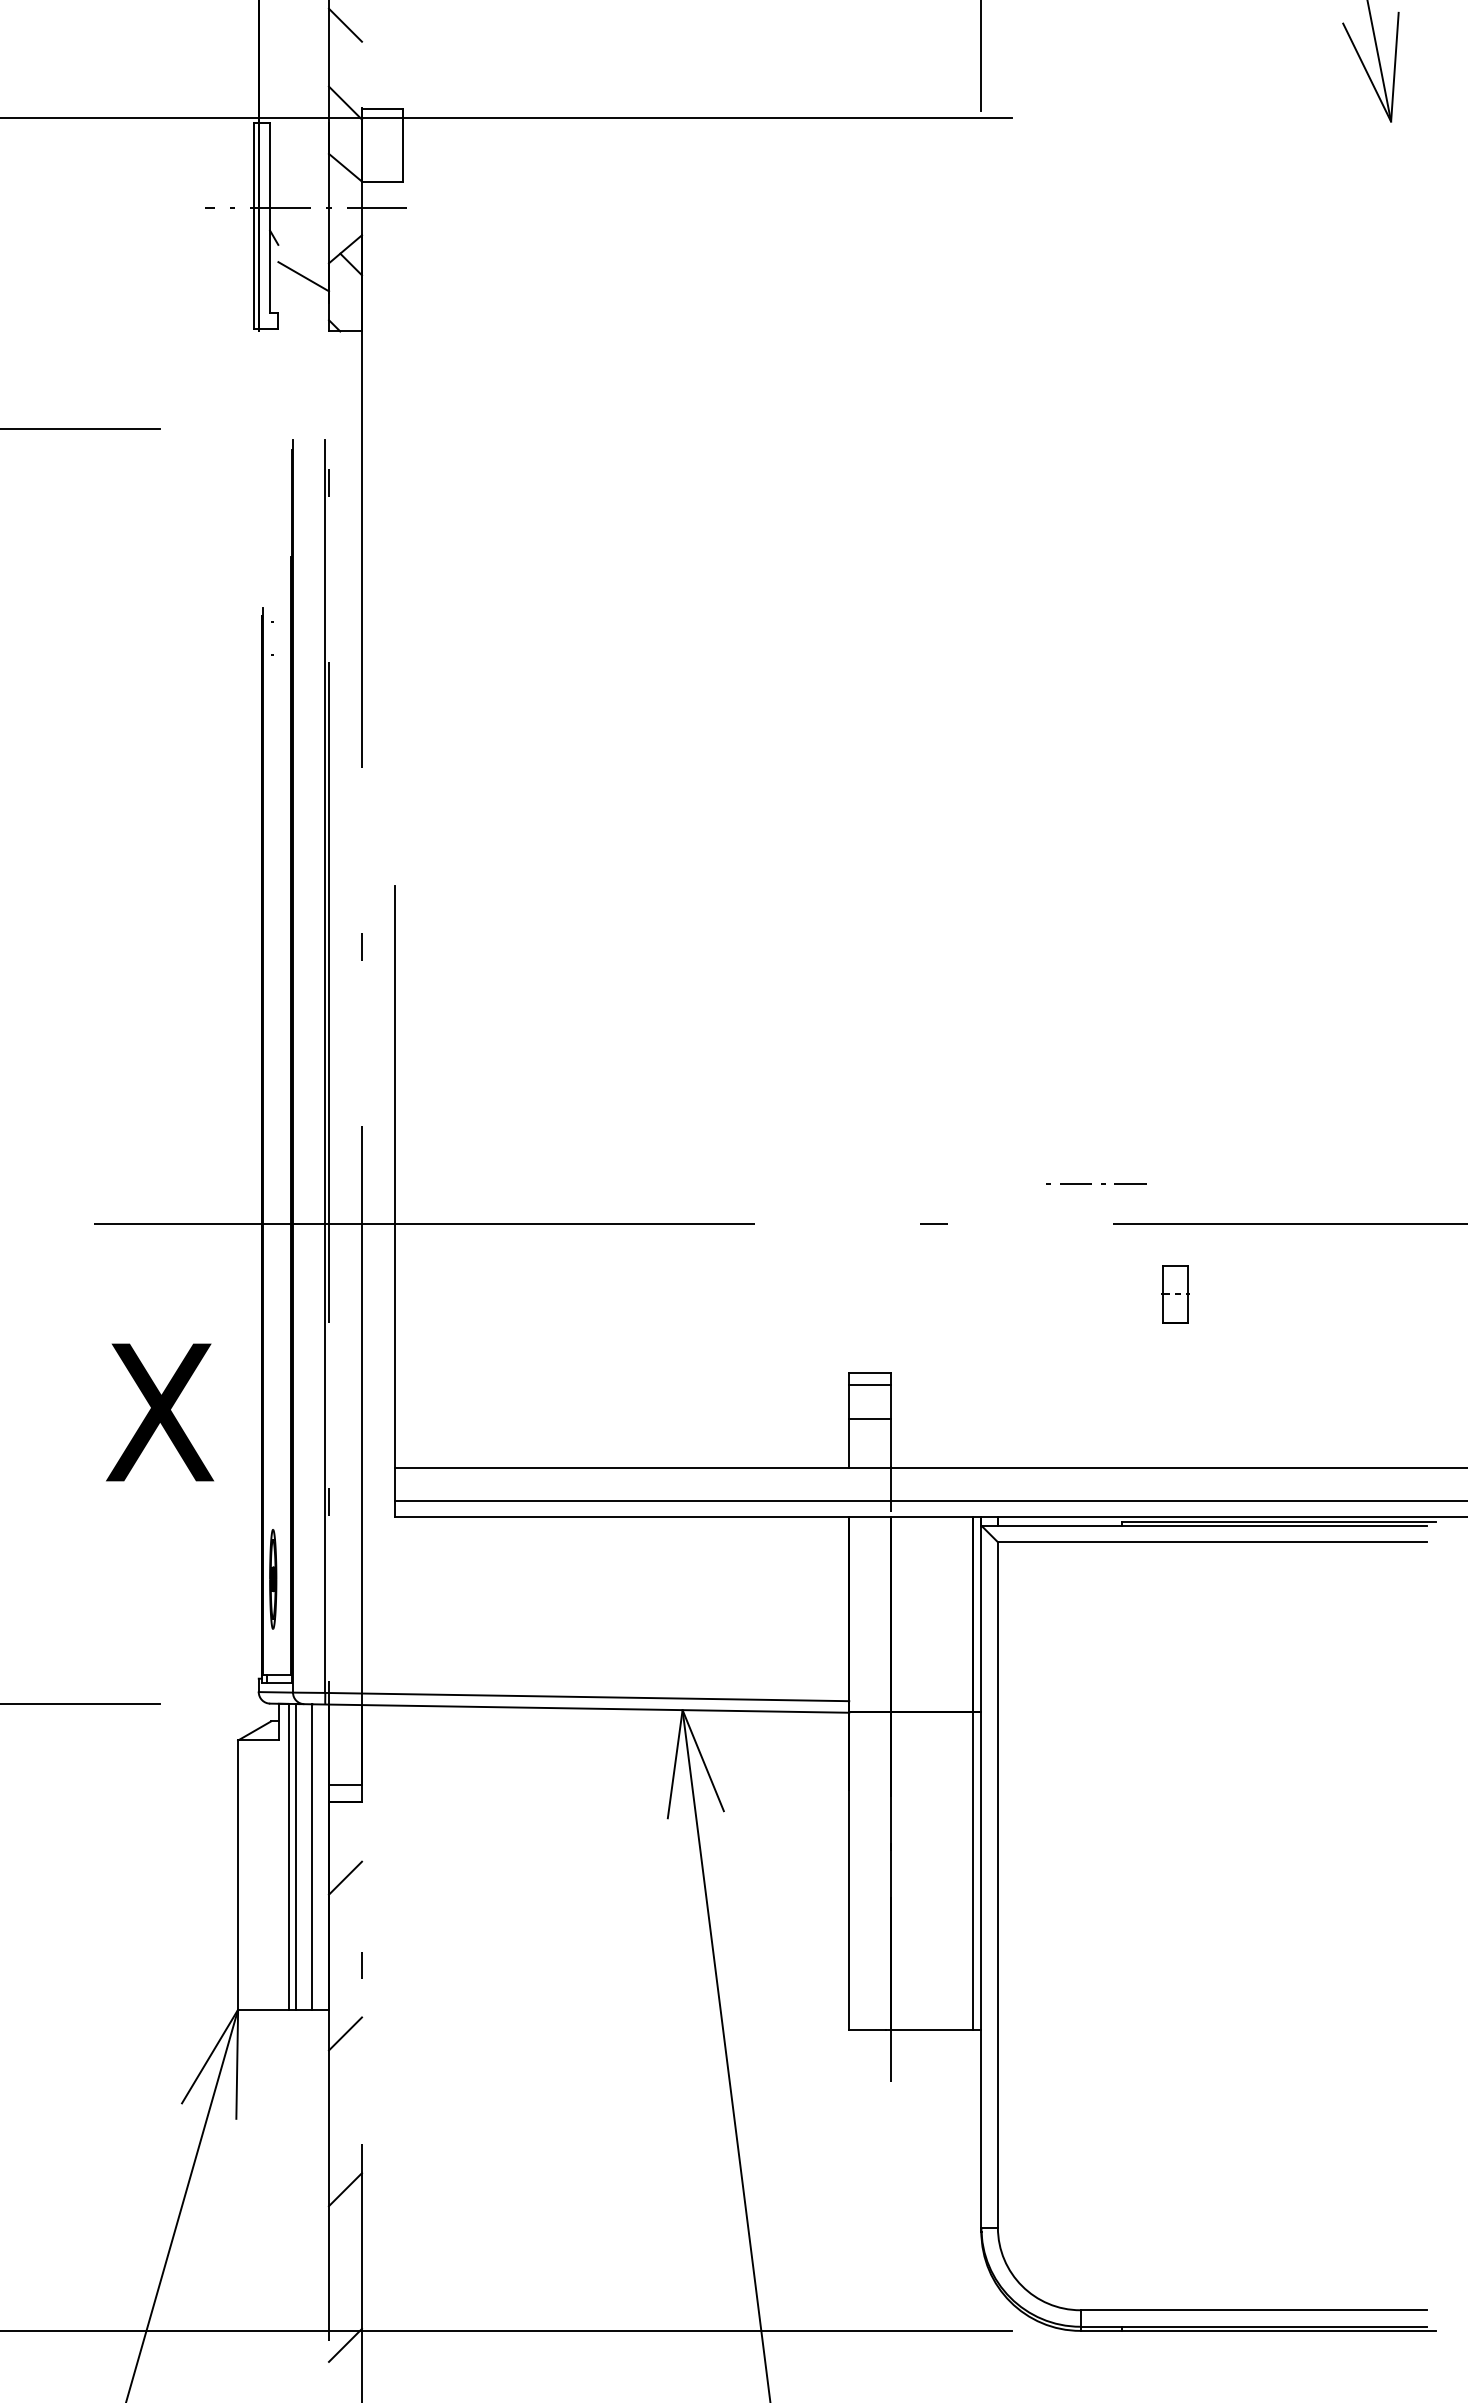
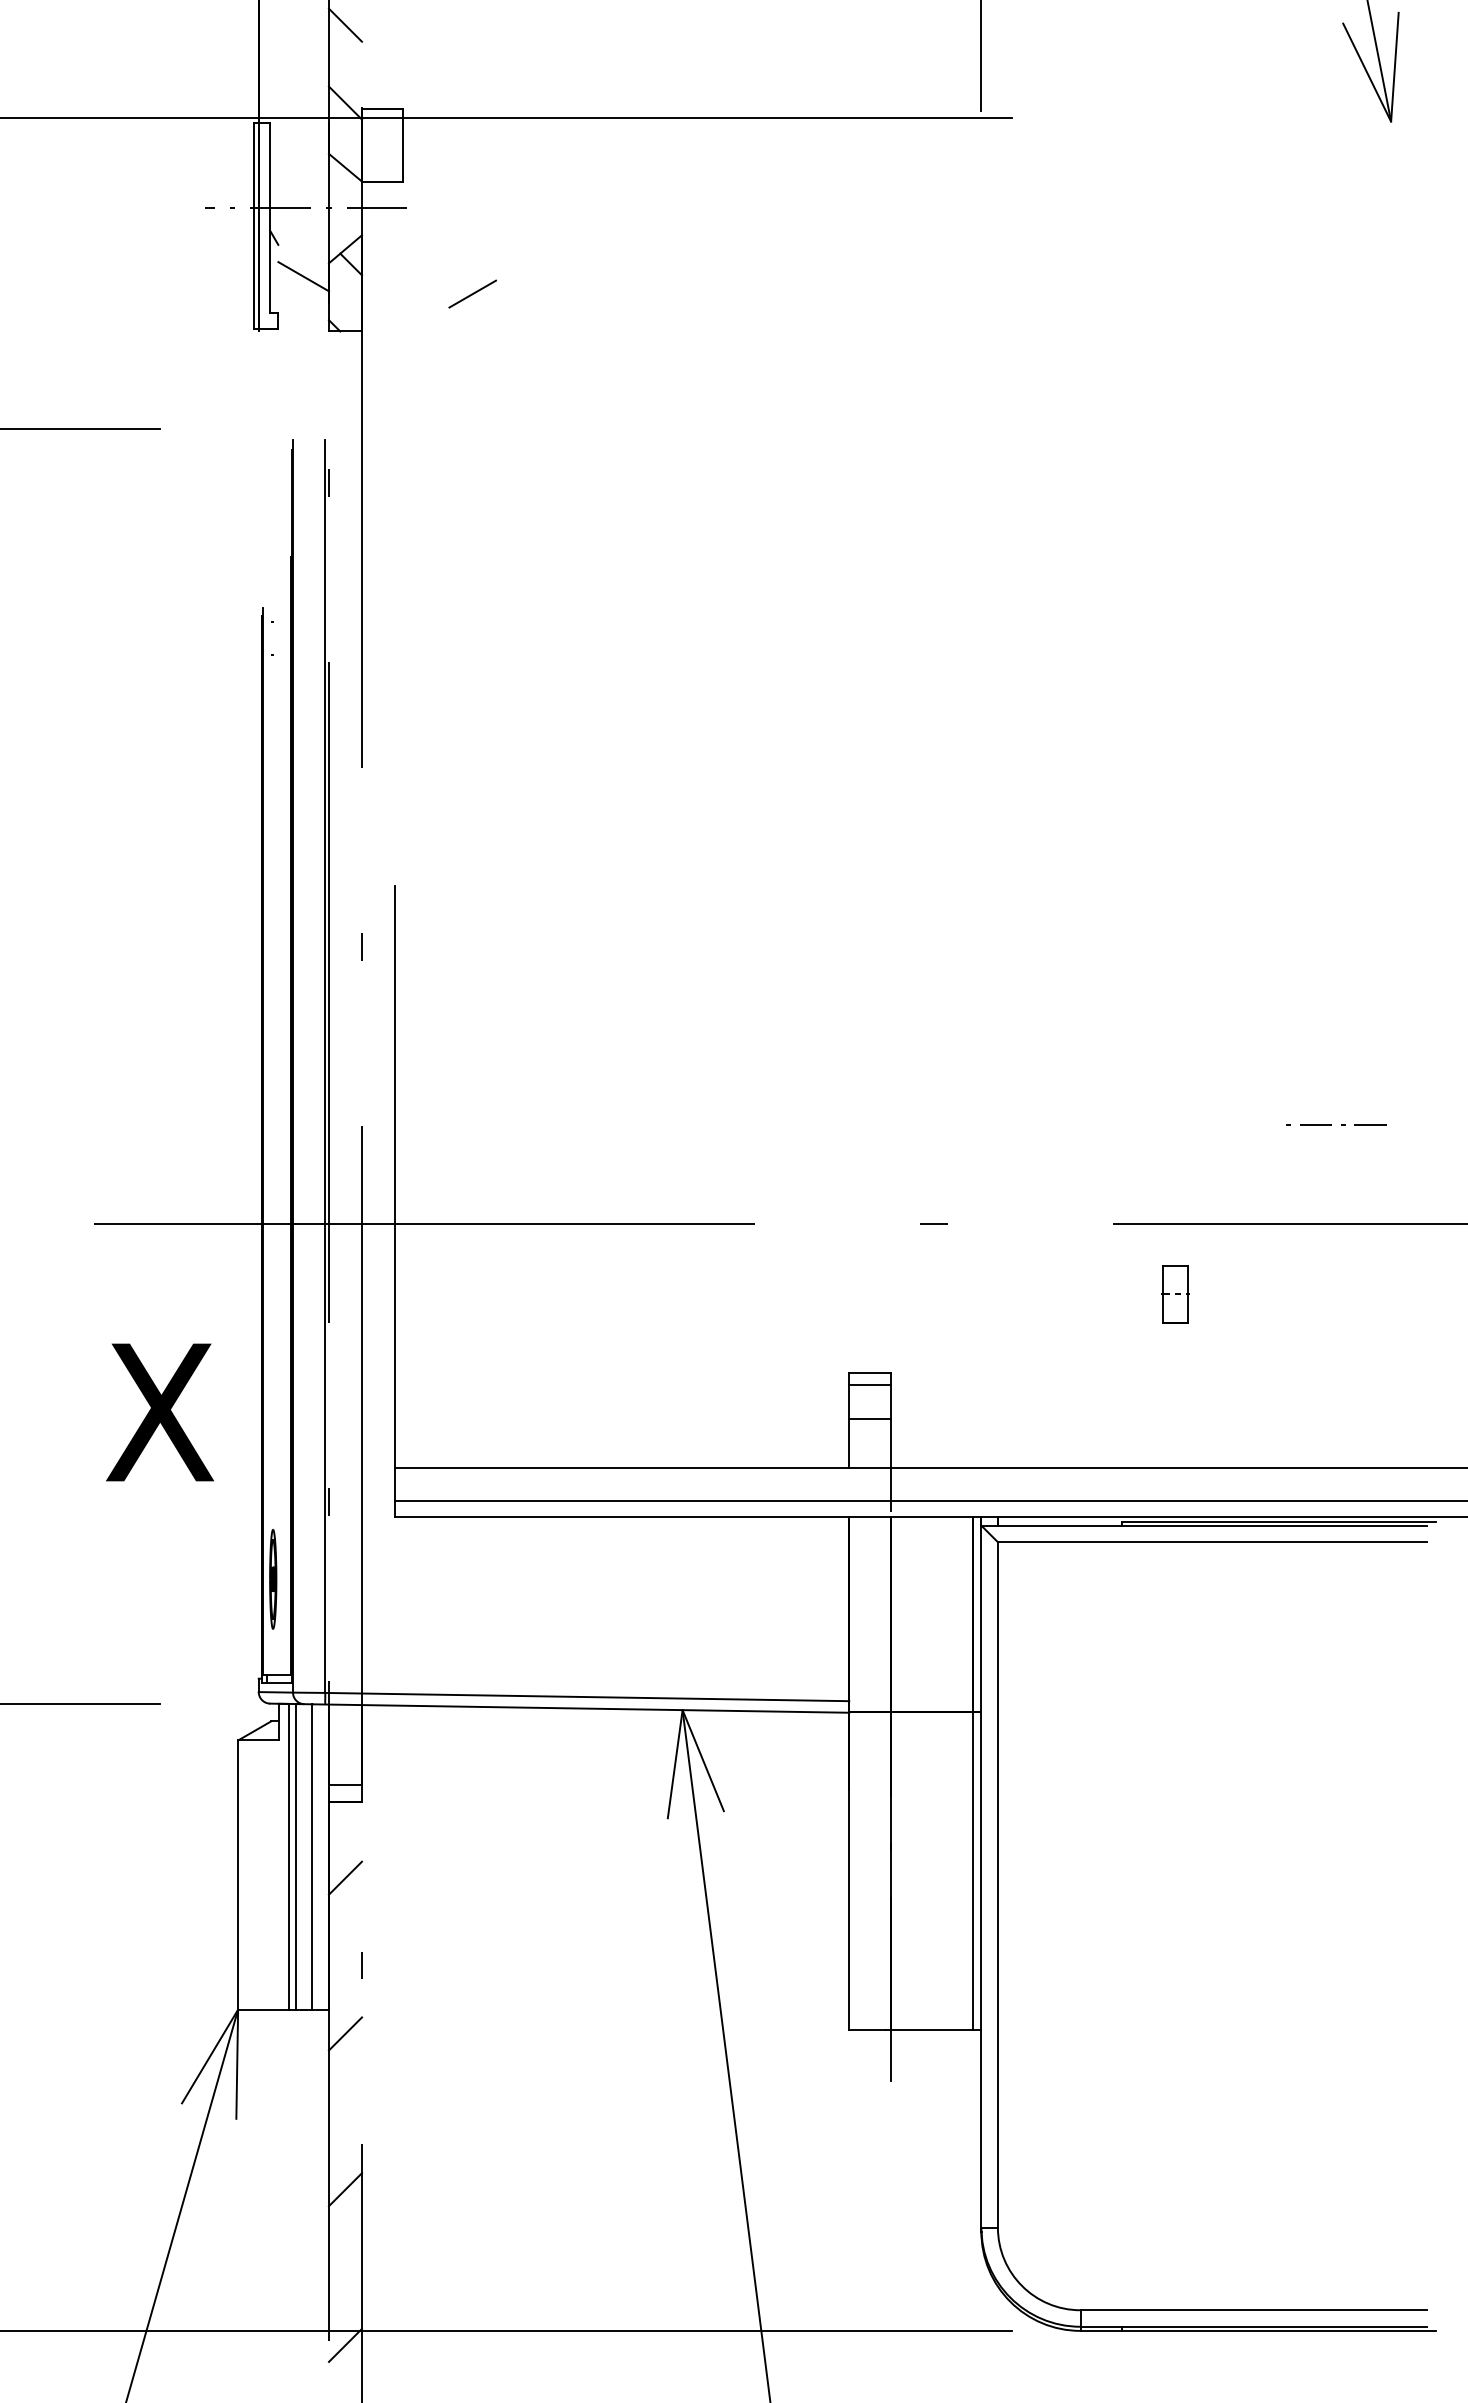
line at (472, 293): none -> present
line at (1091, 1183) position: (1091, 1183) -> (1331, 1124)
